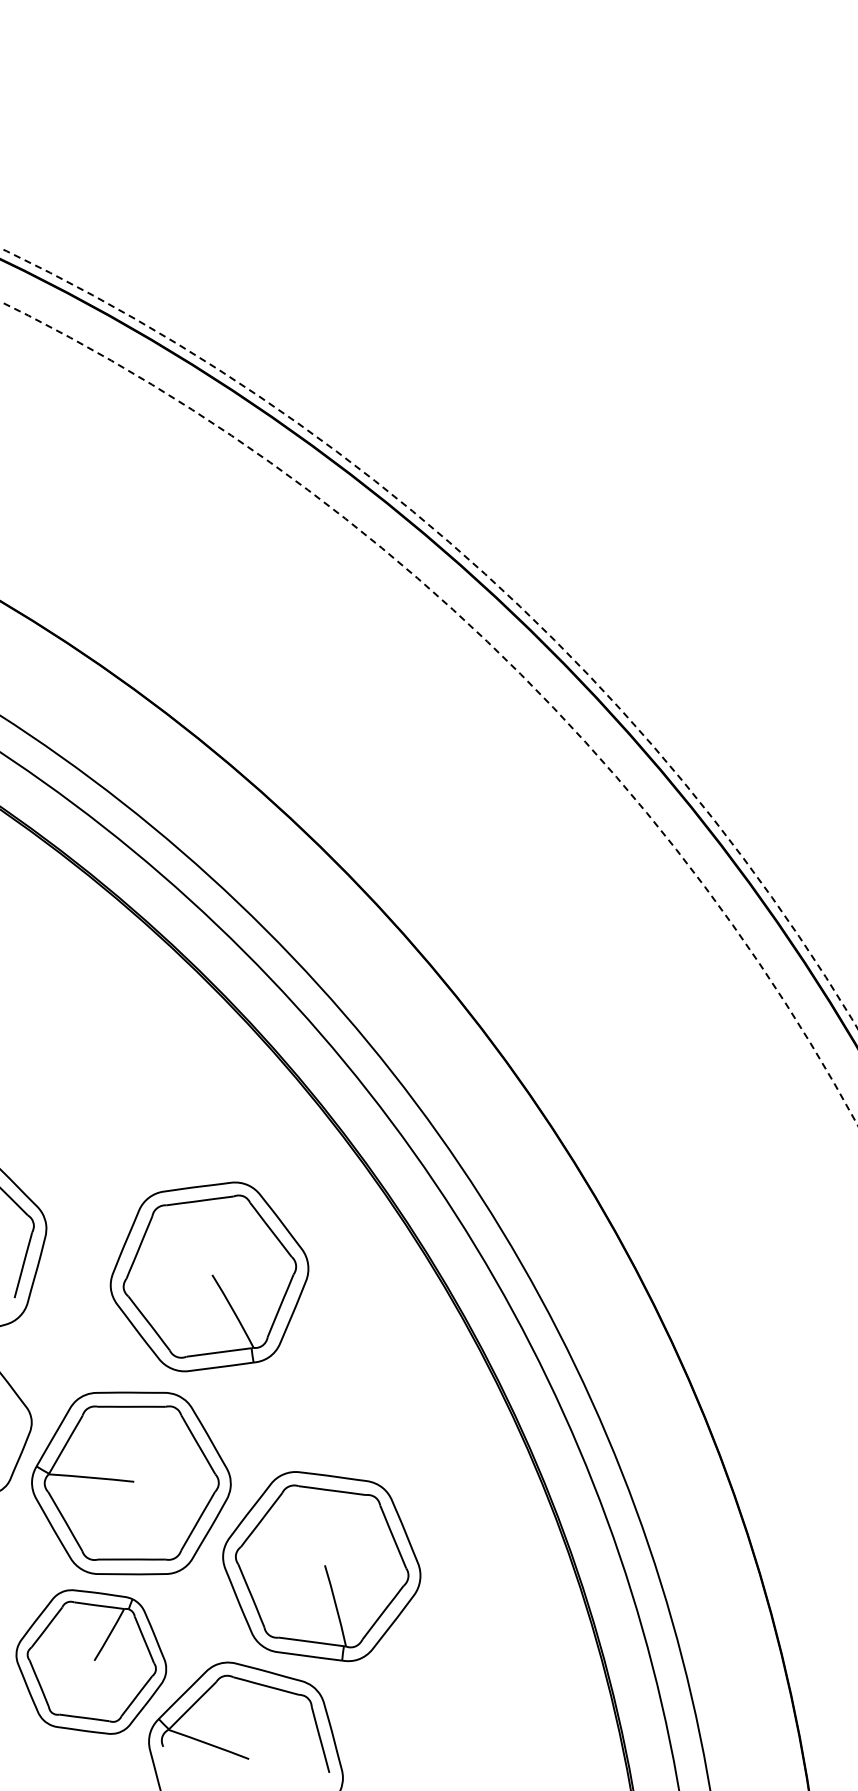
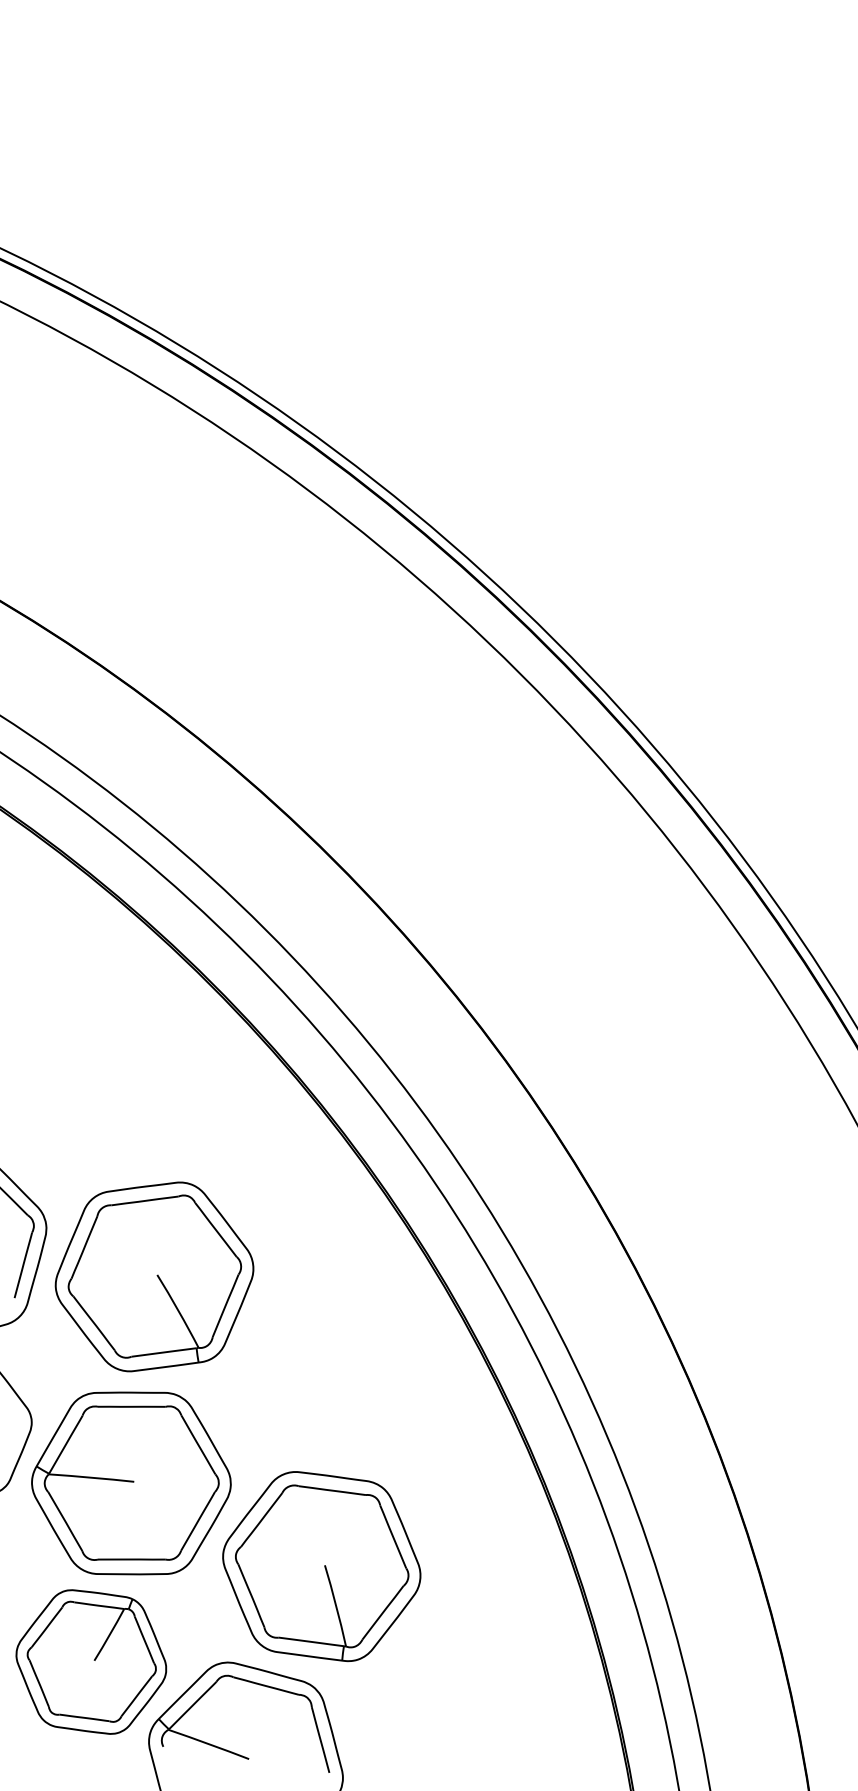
circle at (428, 638): dashed -> solid
circle at (428, 713): dashed -> solid
part at (209, 1276) position: (209, 1276) -> (154, 1276)
